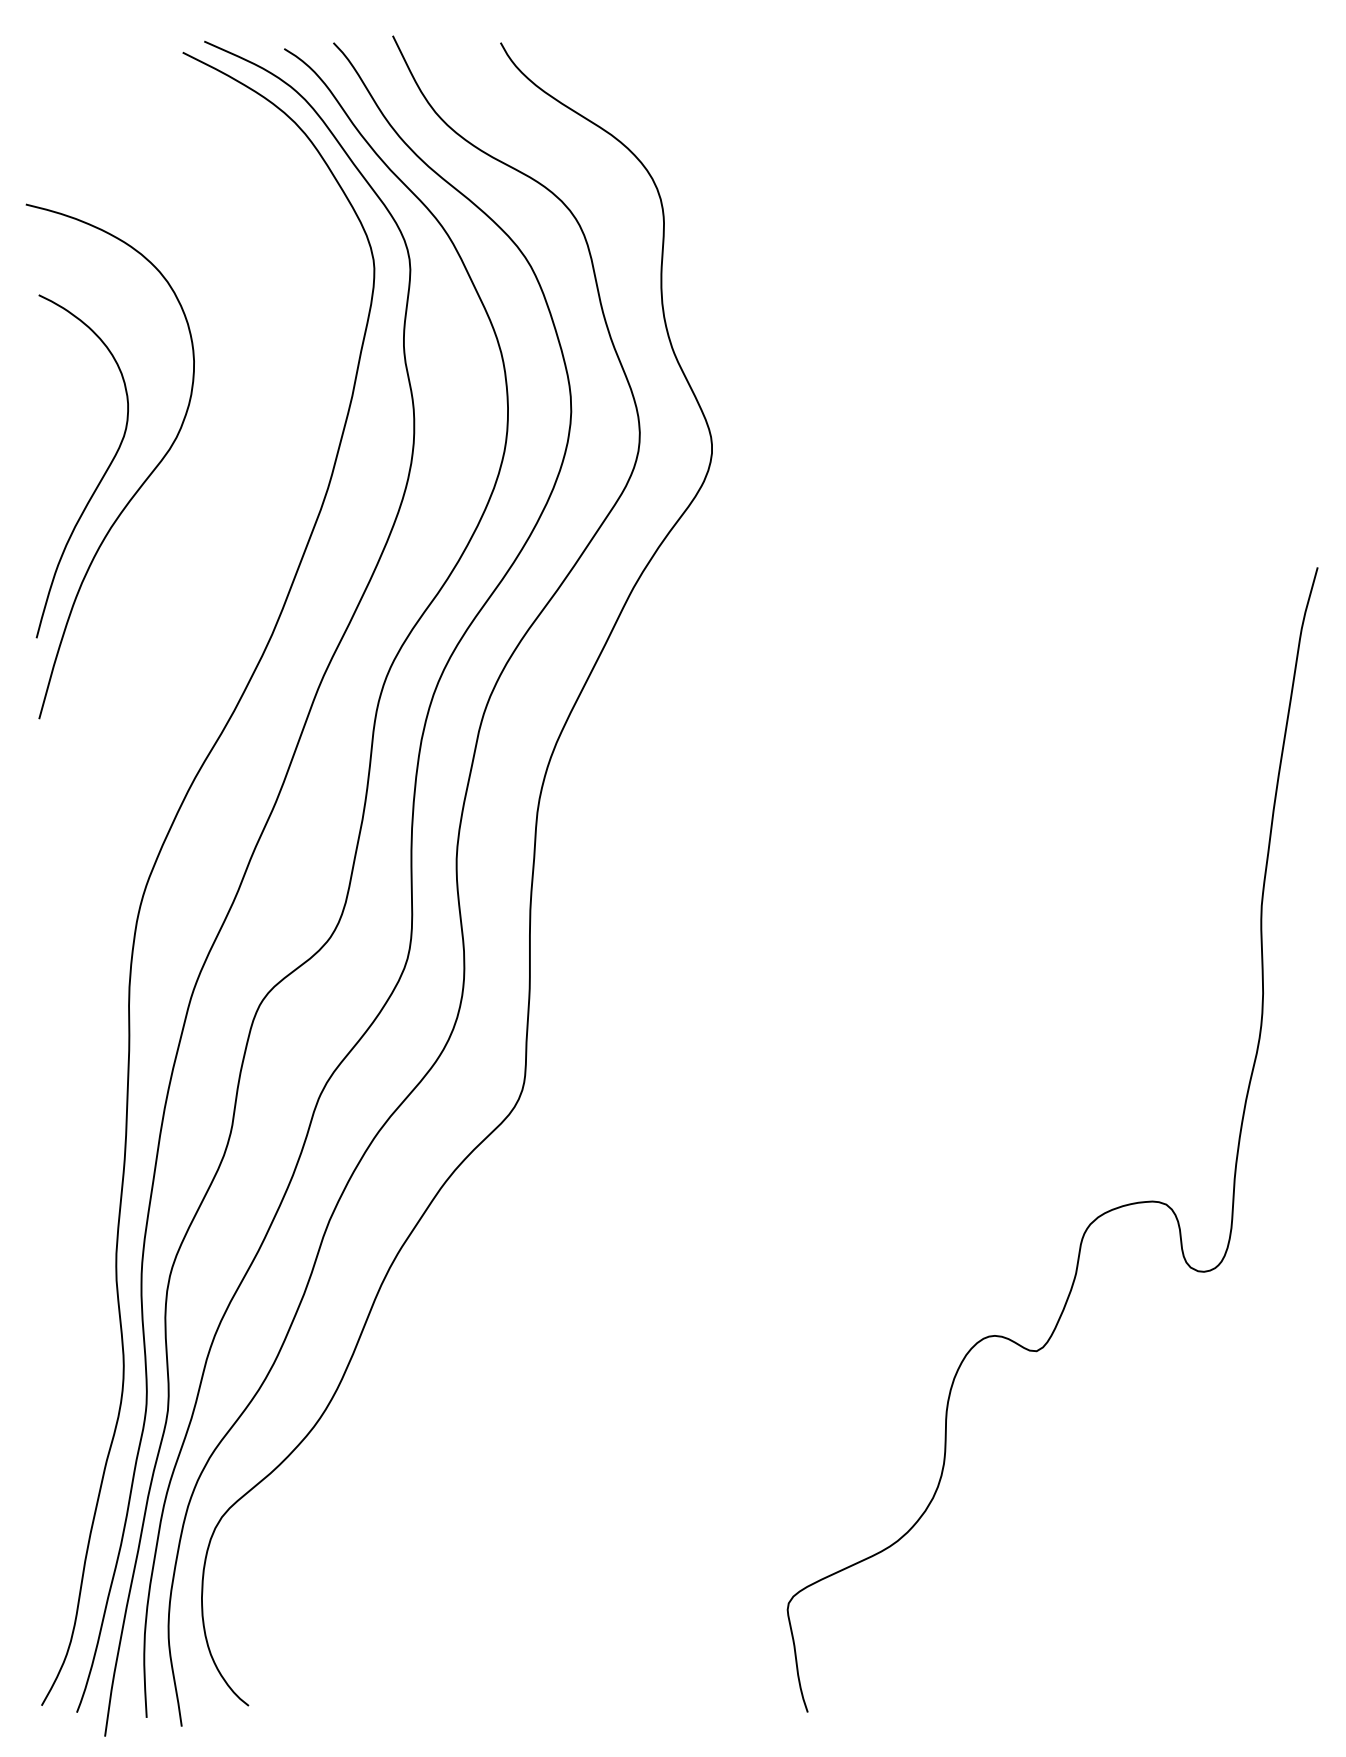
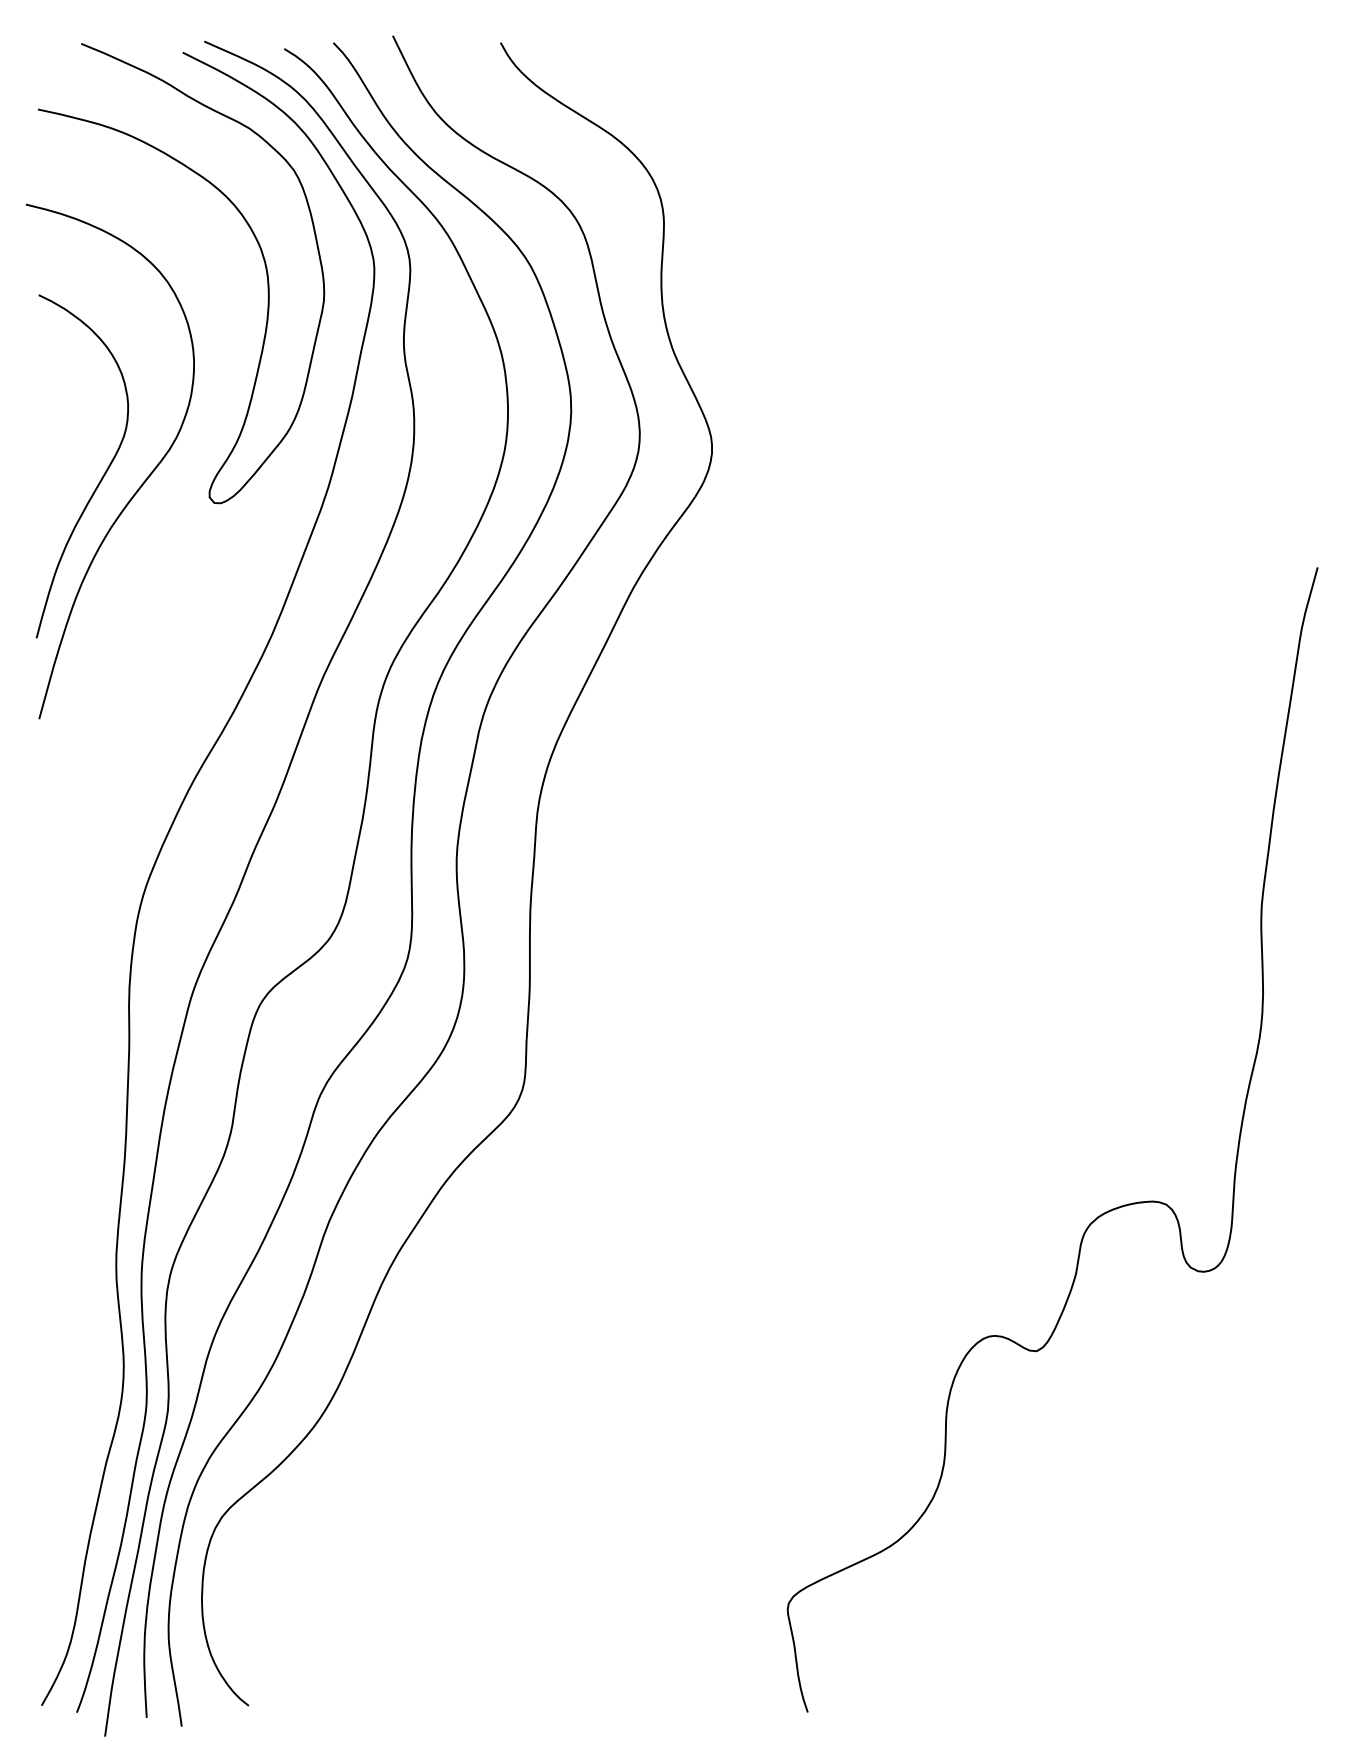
curve at (250, 230): none -> present
